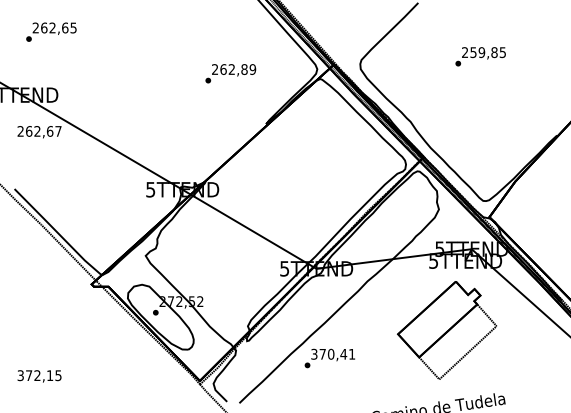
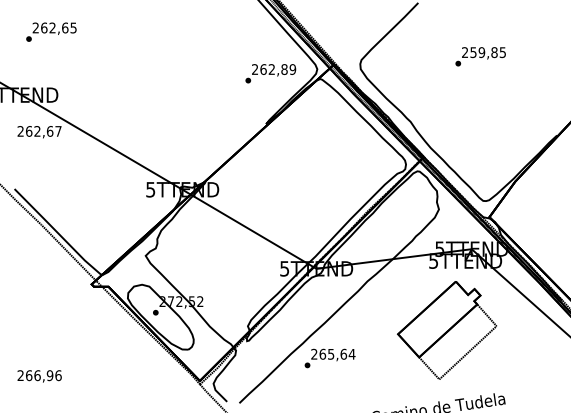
text at (230, 73) position: (230, 73) -> (270, 73)
text at (333, 353): 370,41 -> 265,64
text at (39, 375): 372,15 -> 266,96
